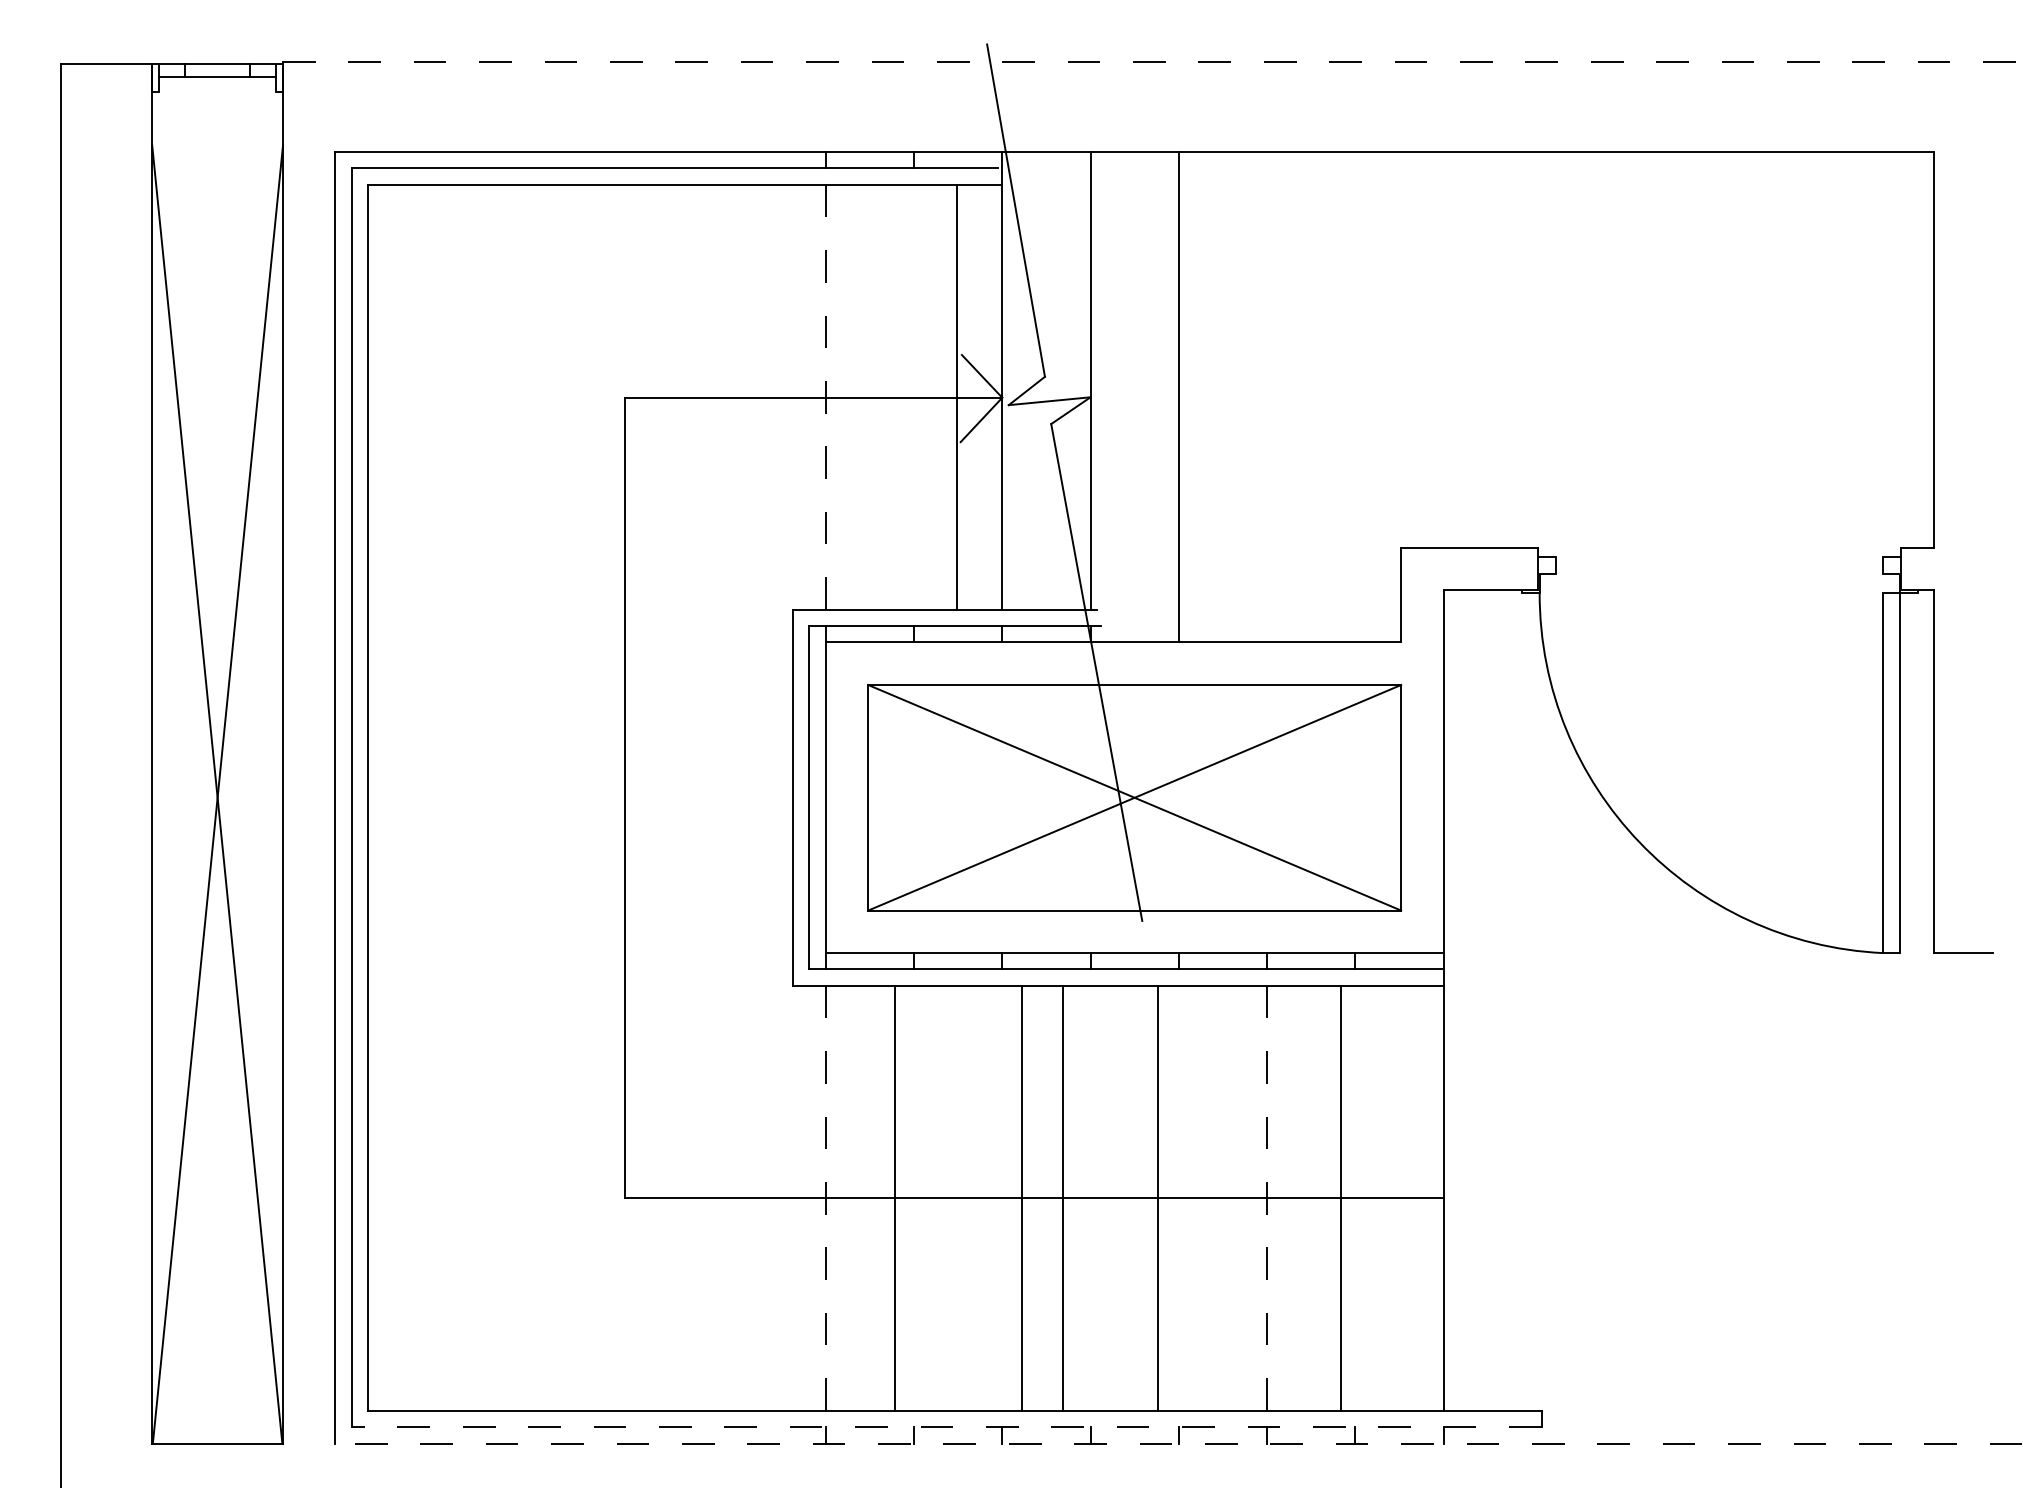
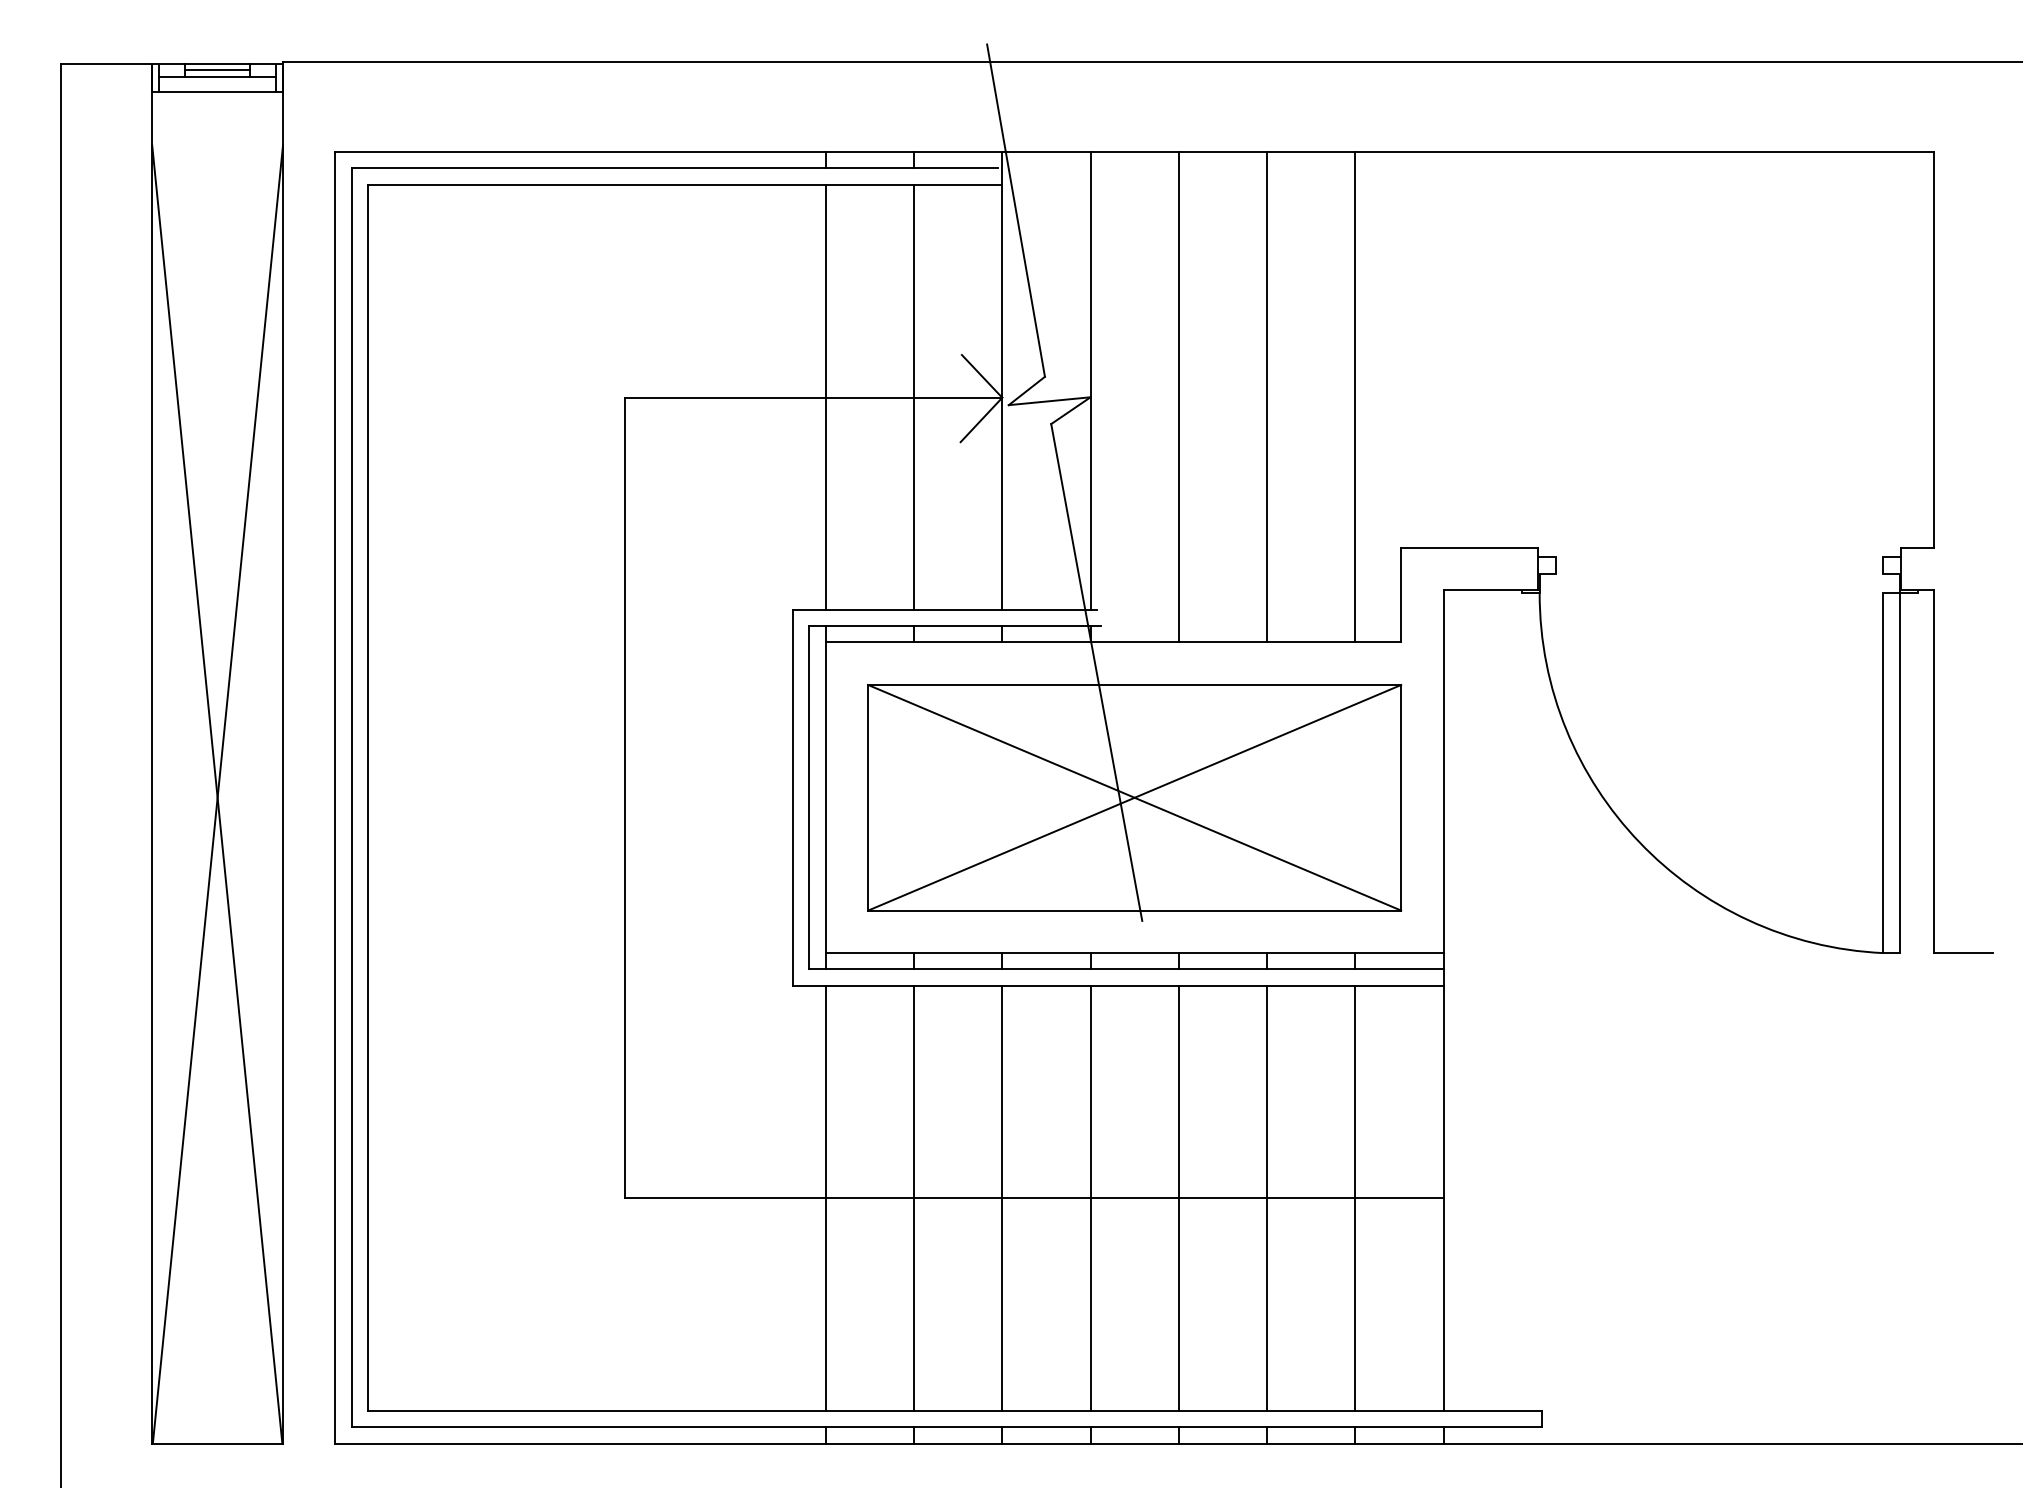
line at (1153, 62): dashed -> solid
line at (217, 70): none -> present
line at (217, 91): none -> present
line at (957, 396) position: (957, 396) -> (914, 396)
line at (825, 397): dashed -> solid
line at (1267, 397): none -> present
line at (1355, 397): none -> present
line at (895, 1197) position: (895, 1197) -> (914, 1197)
line at (1022, 1197) position: (1022, 1197) -> (1002, 1197)
line at (1062, 1197) position: (1062, 1197) -> (1090, 1197)
line at (1157, 1197) position: (1157, 1197) -> (1178, 1197)
line at (1341, 1197) position: (1341, 1197) -> (1355, 1197)
line at (825, 1198): dashed -> solid
line at (1267, 1198): dashed -> solid
line at (946, 1427): dashed -> solid
line at (1178, 1443): dashed -> solid
